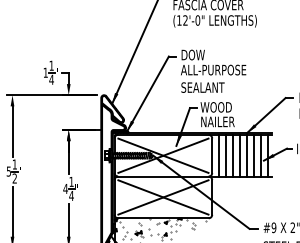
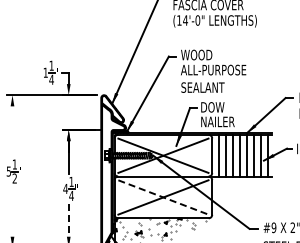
text at (185, 20): (12'-0" -> (14'-0"
text at (196, 54): DOW -> WOOD
text at (215, 107): WOOD -> DOW
line at (12, 131): present -> none
line at (163, 197): solid -> dashed
line at (12, 211): present -> none
line at (68, 220): solid -> dashed
